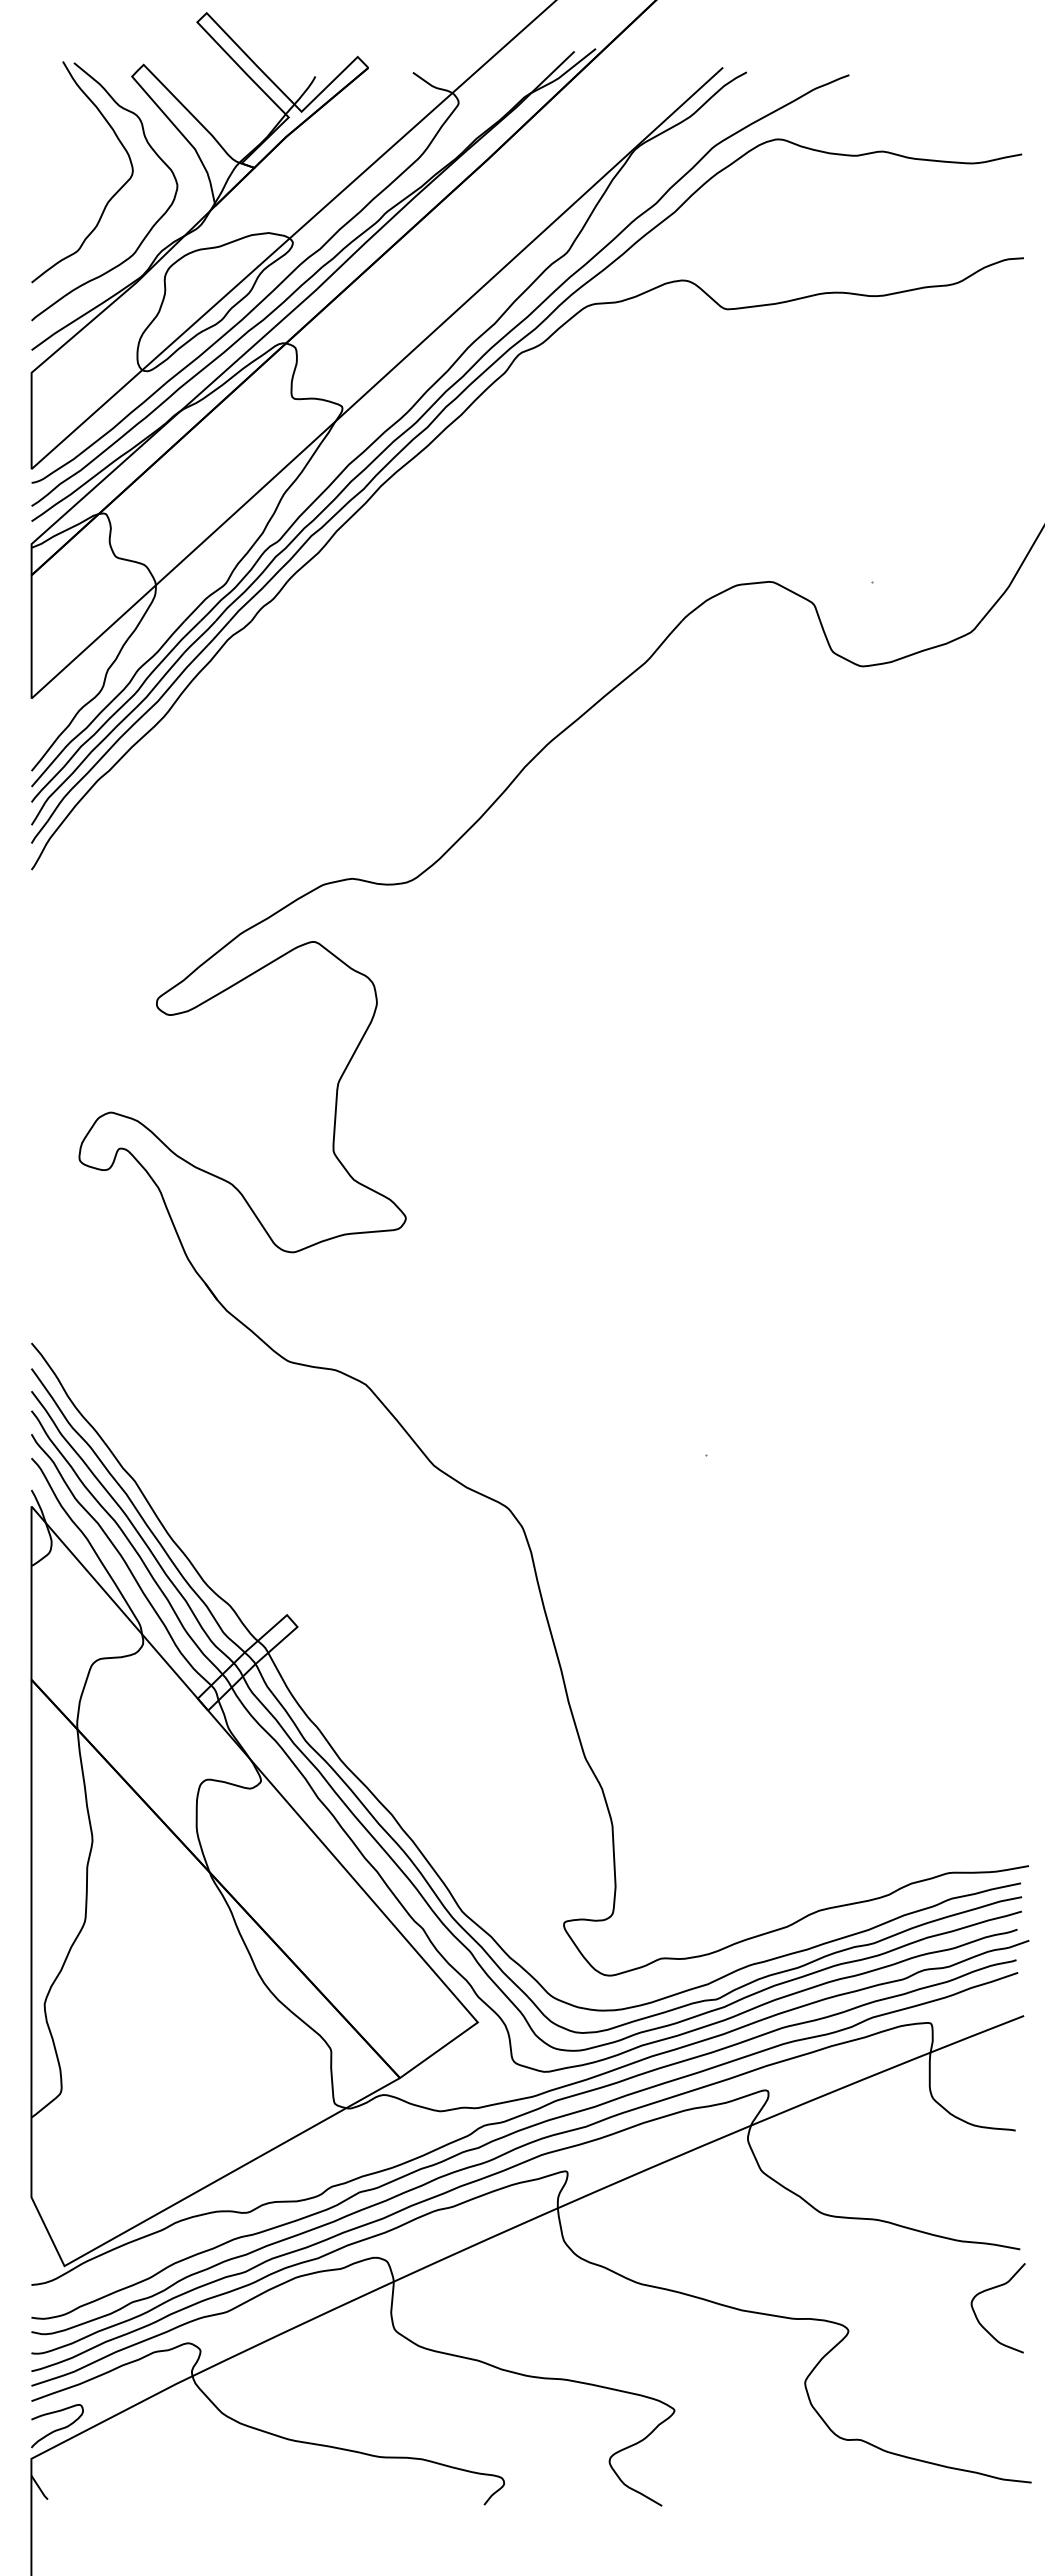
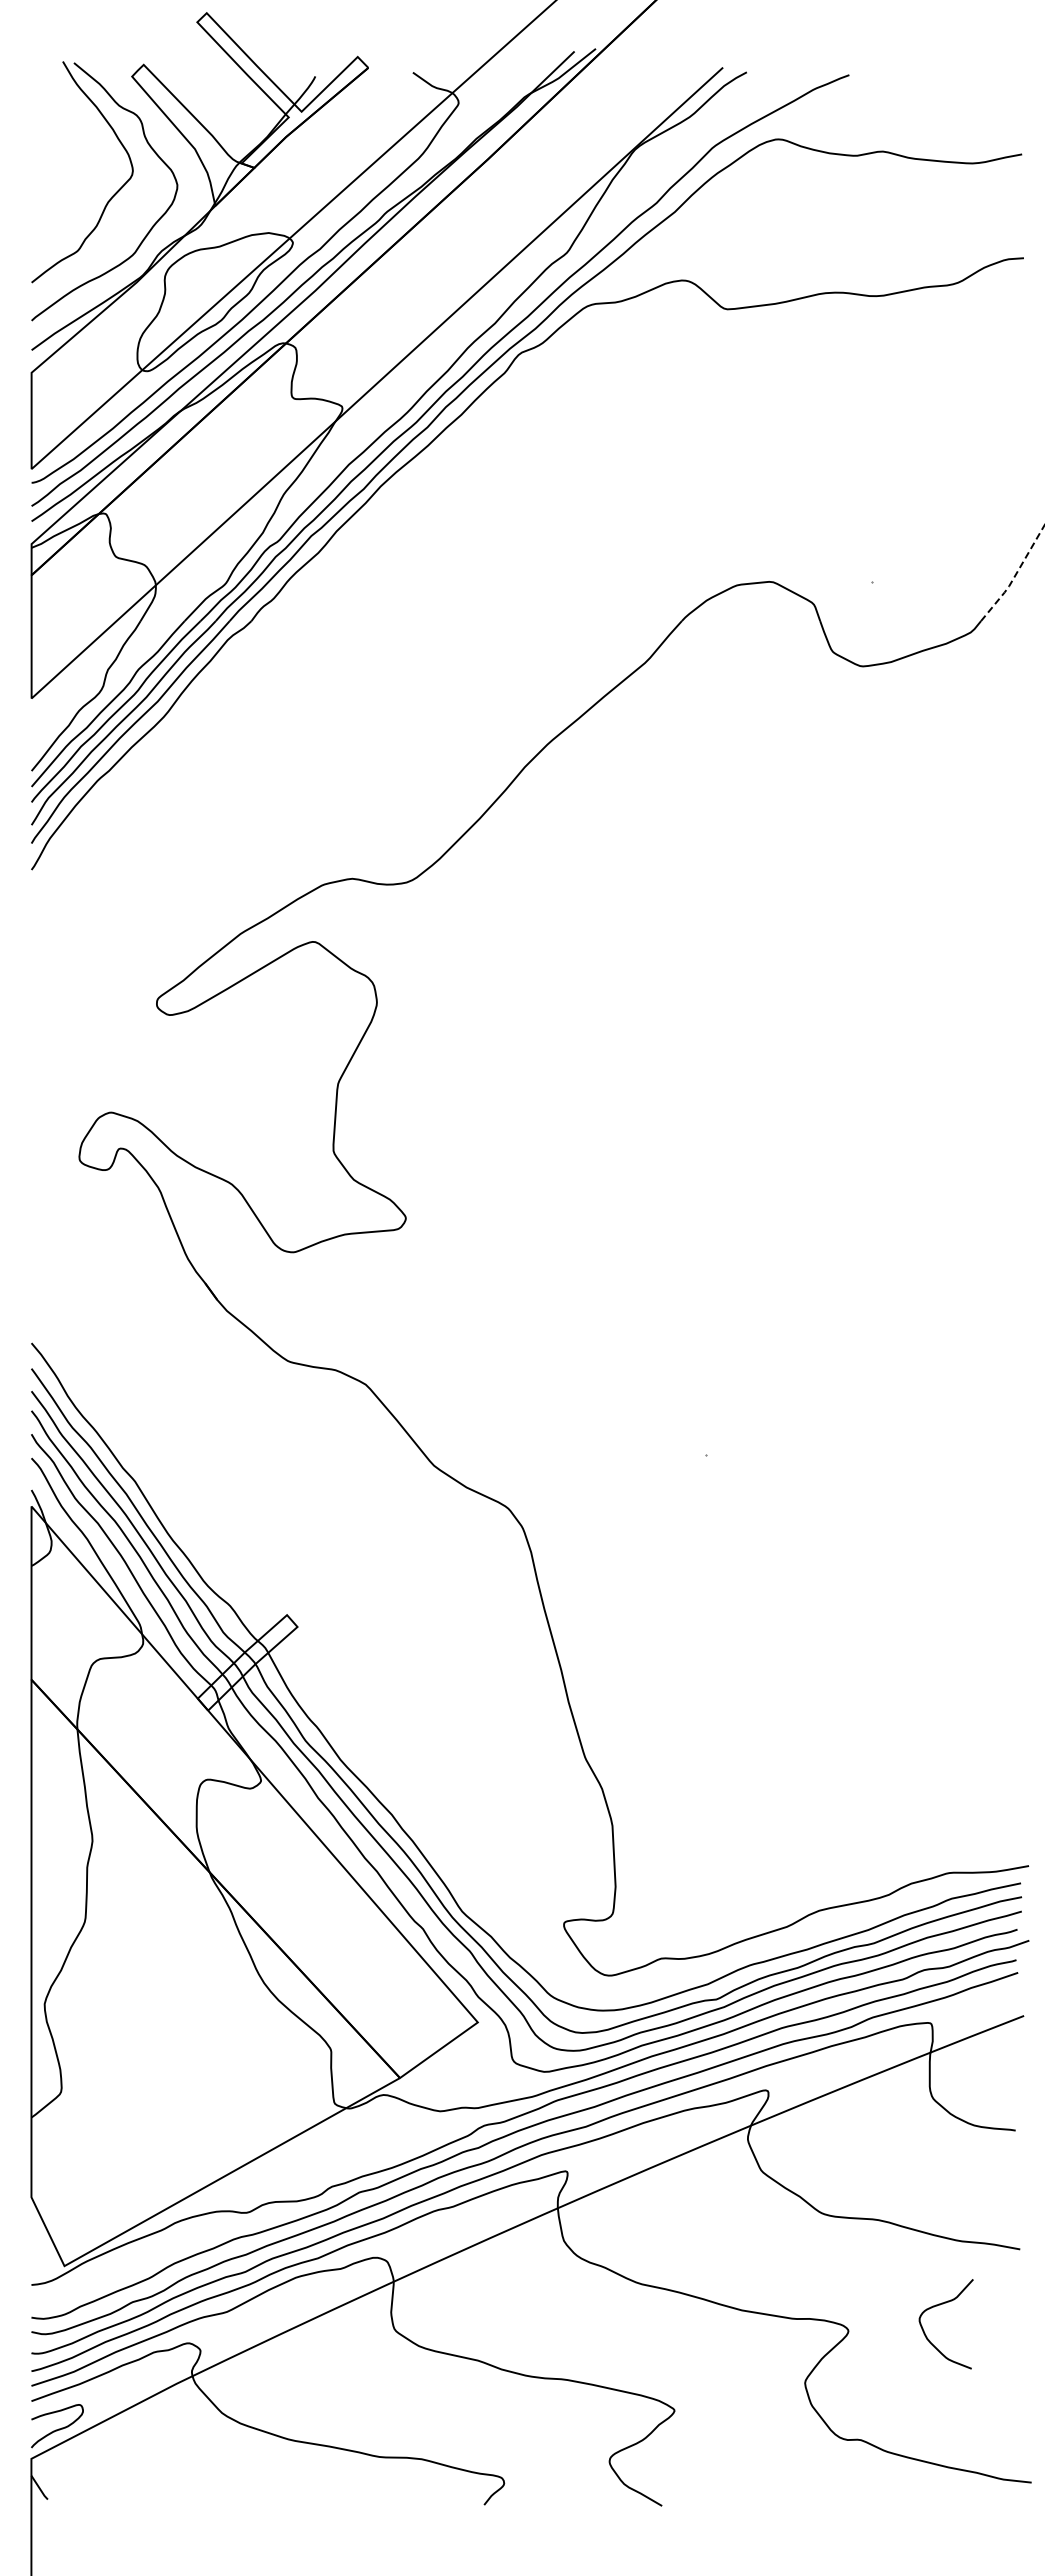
line at (1015, 576): solid -> dashed
curve at (992, 2289) position: (992, 2289) -> (940, 2305)
